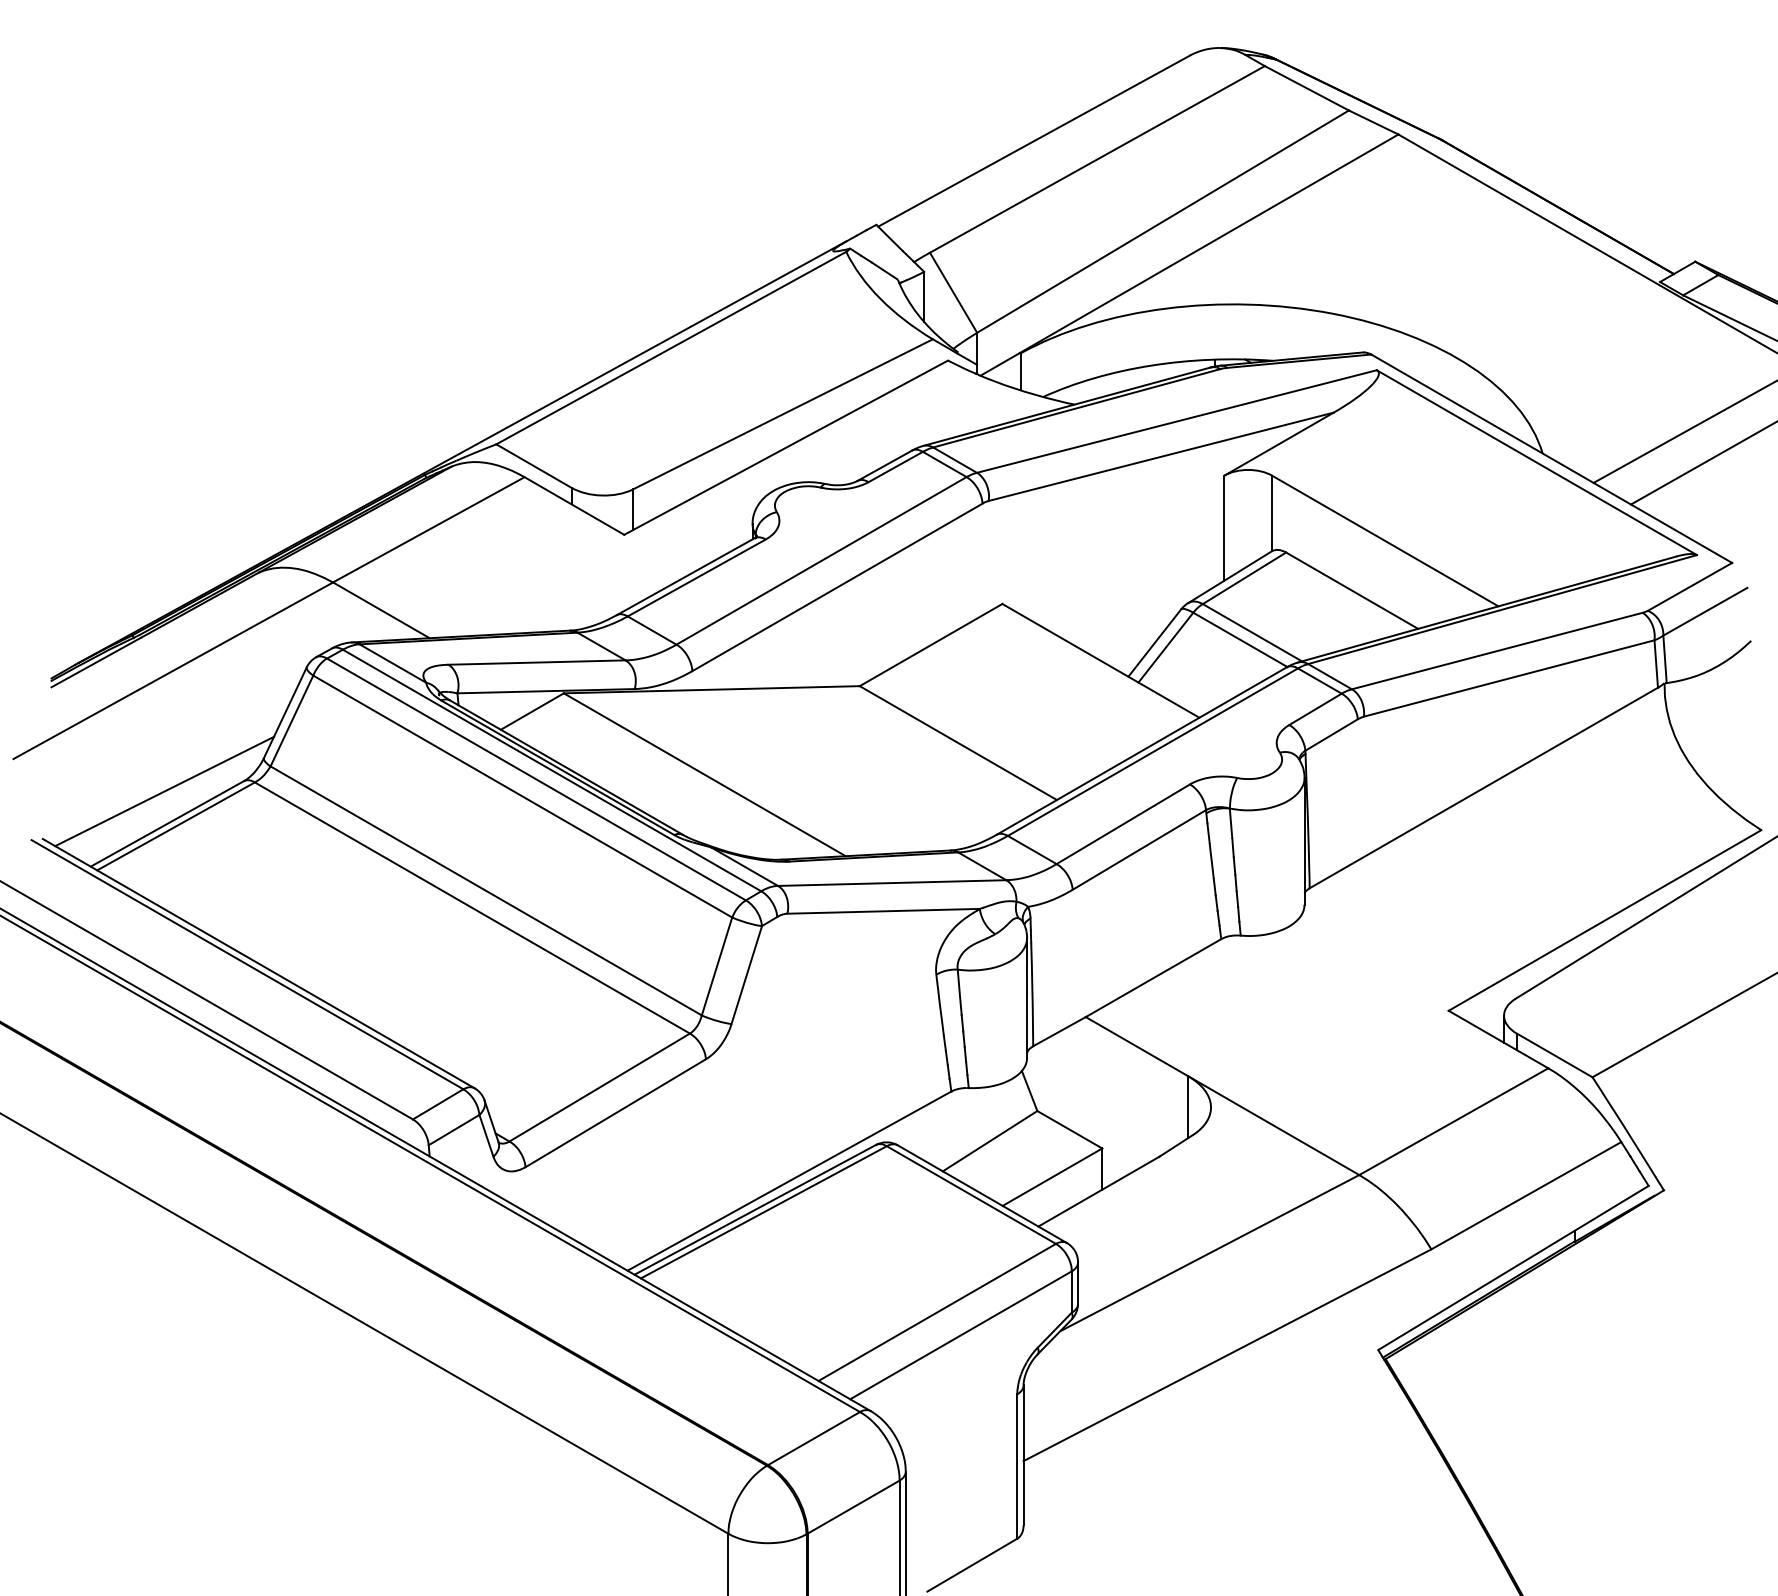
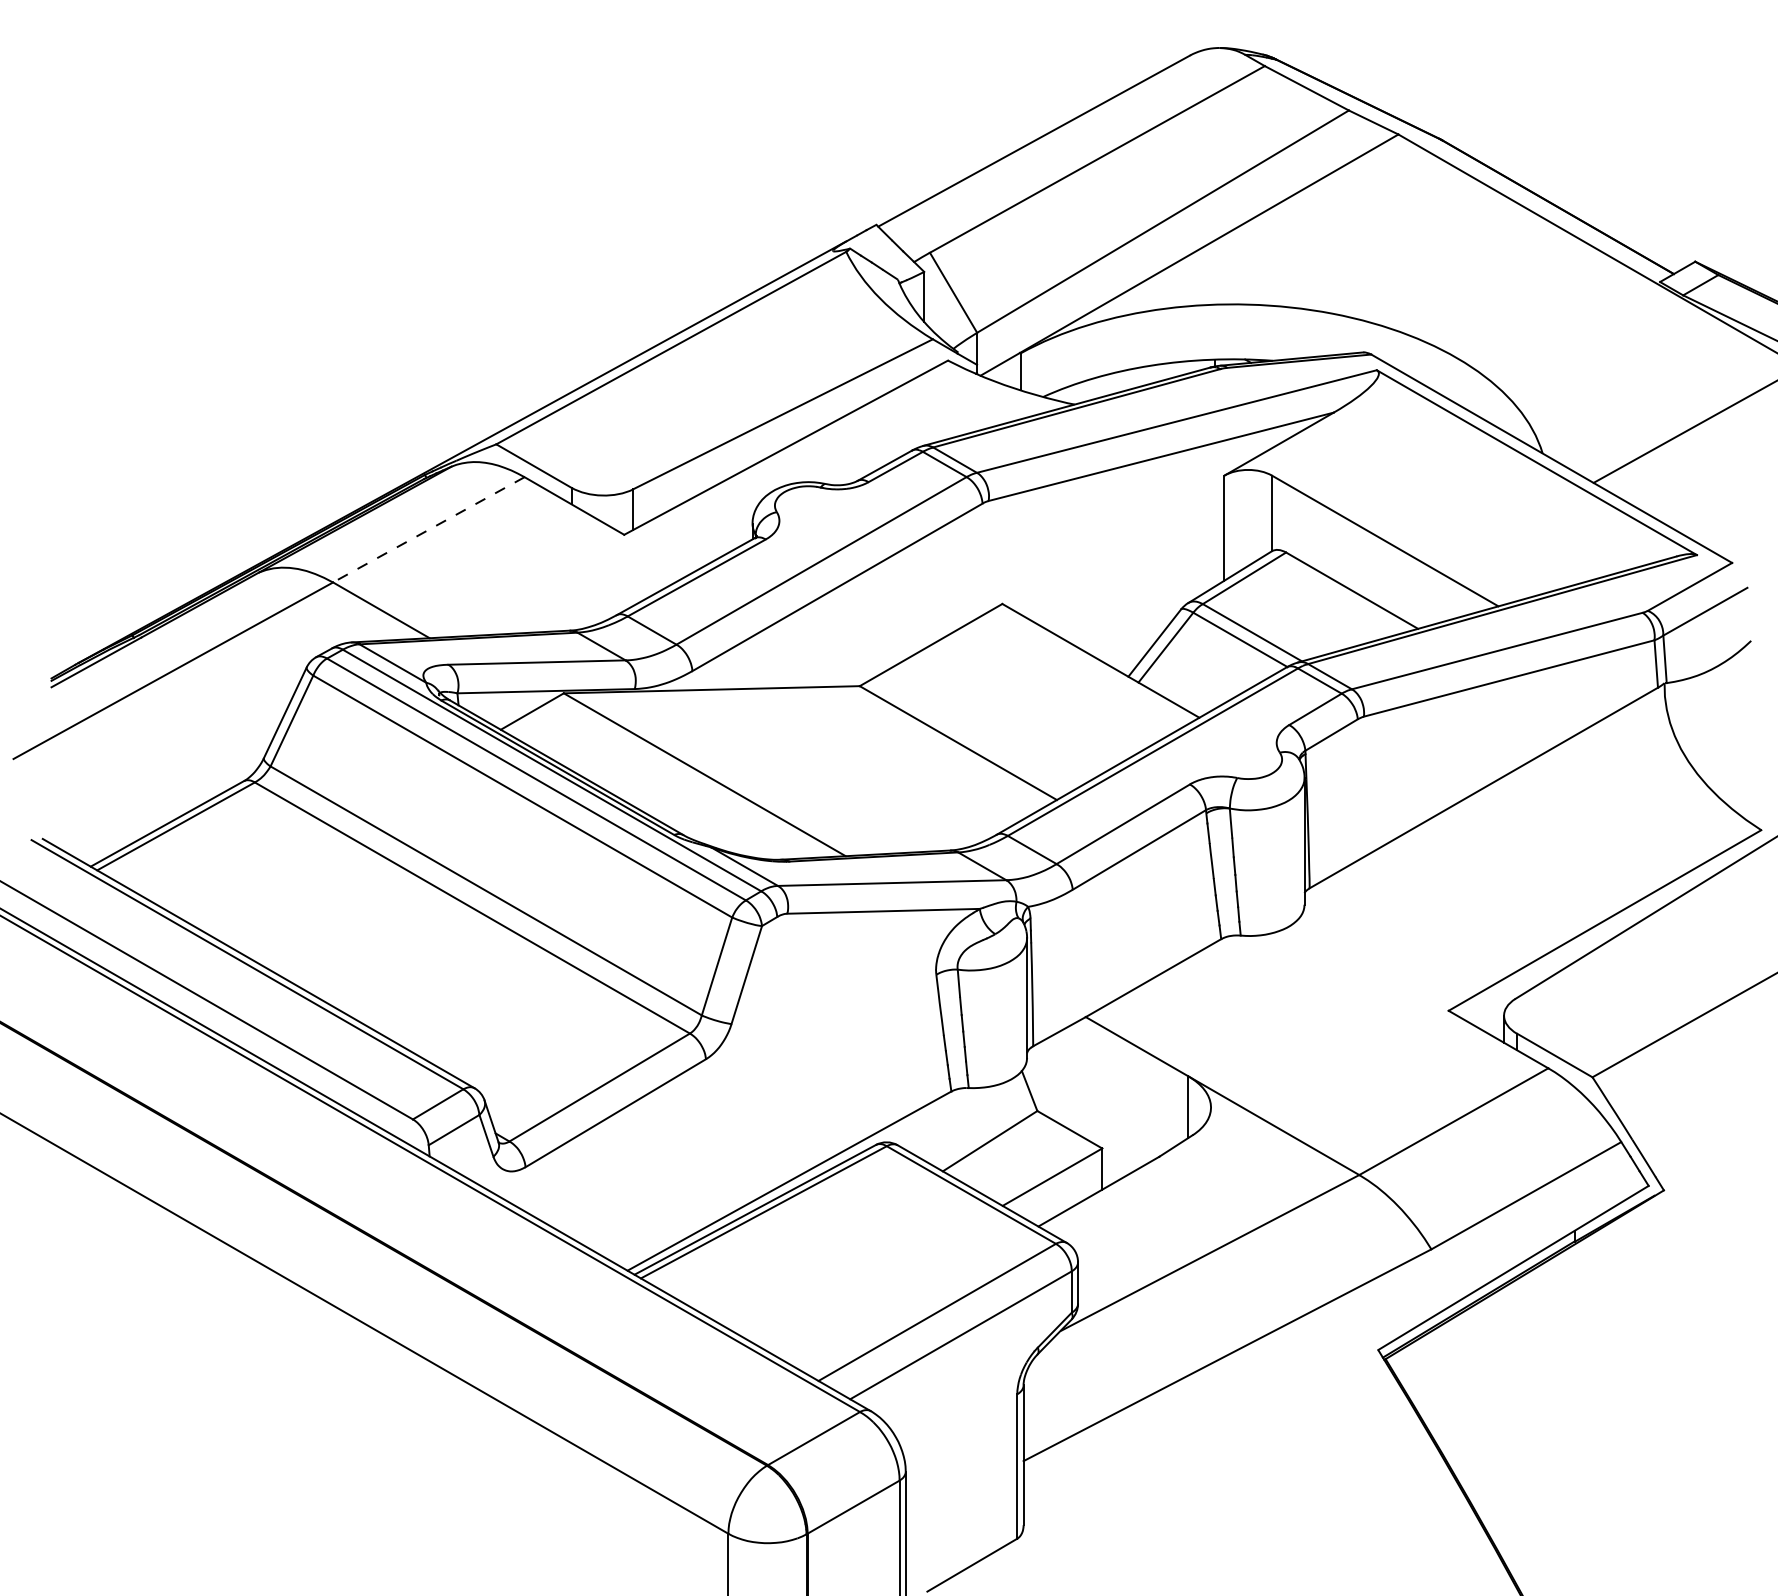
line at (1702, 463): present -> none
line at (428, 530): solid -> dashed
line at (164, 791): present -> none
